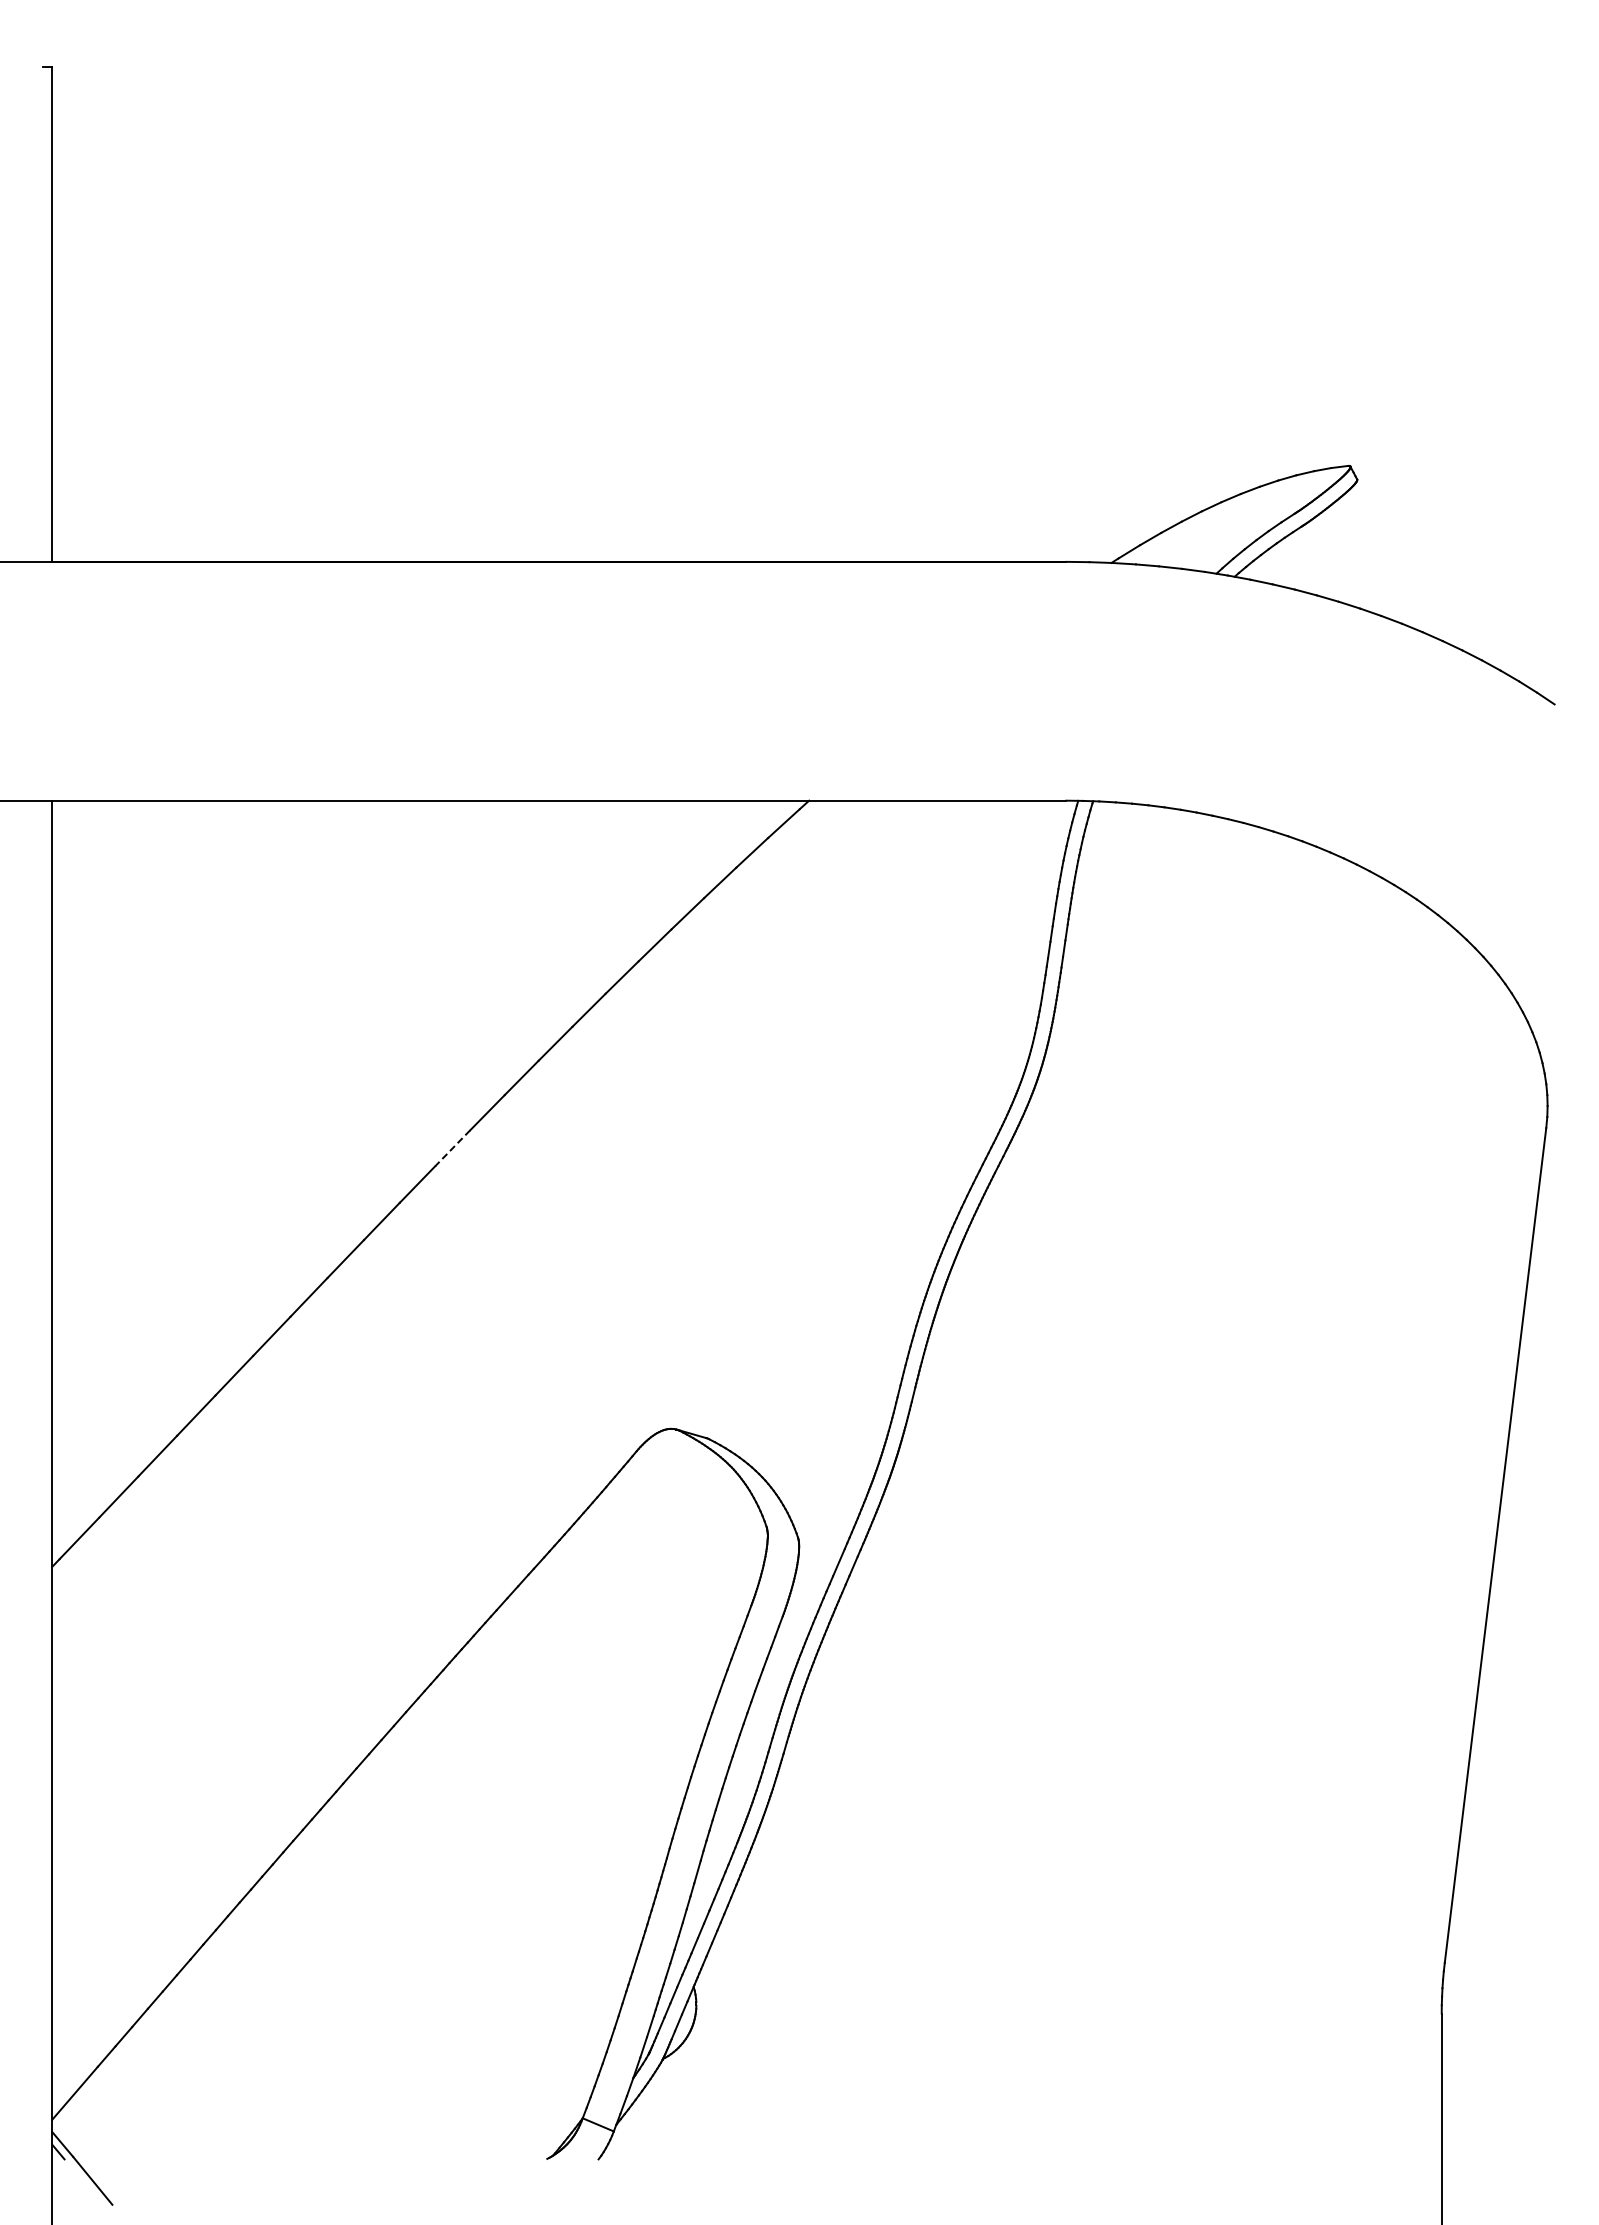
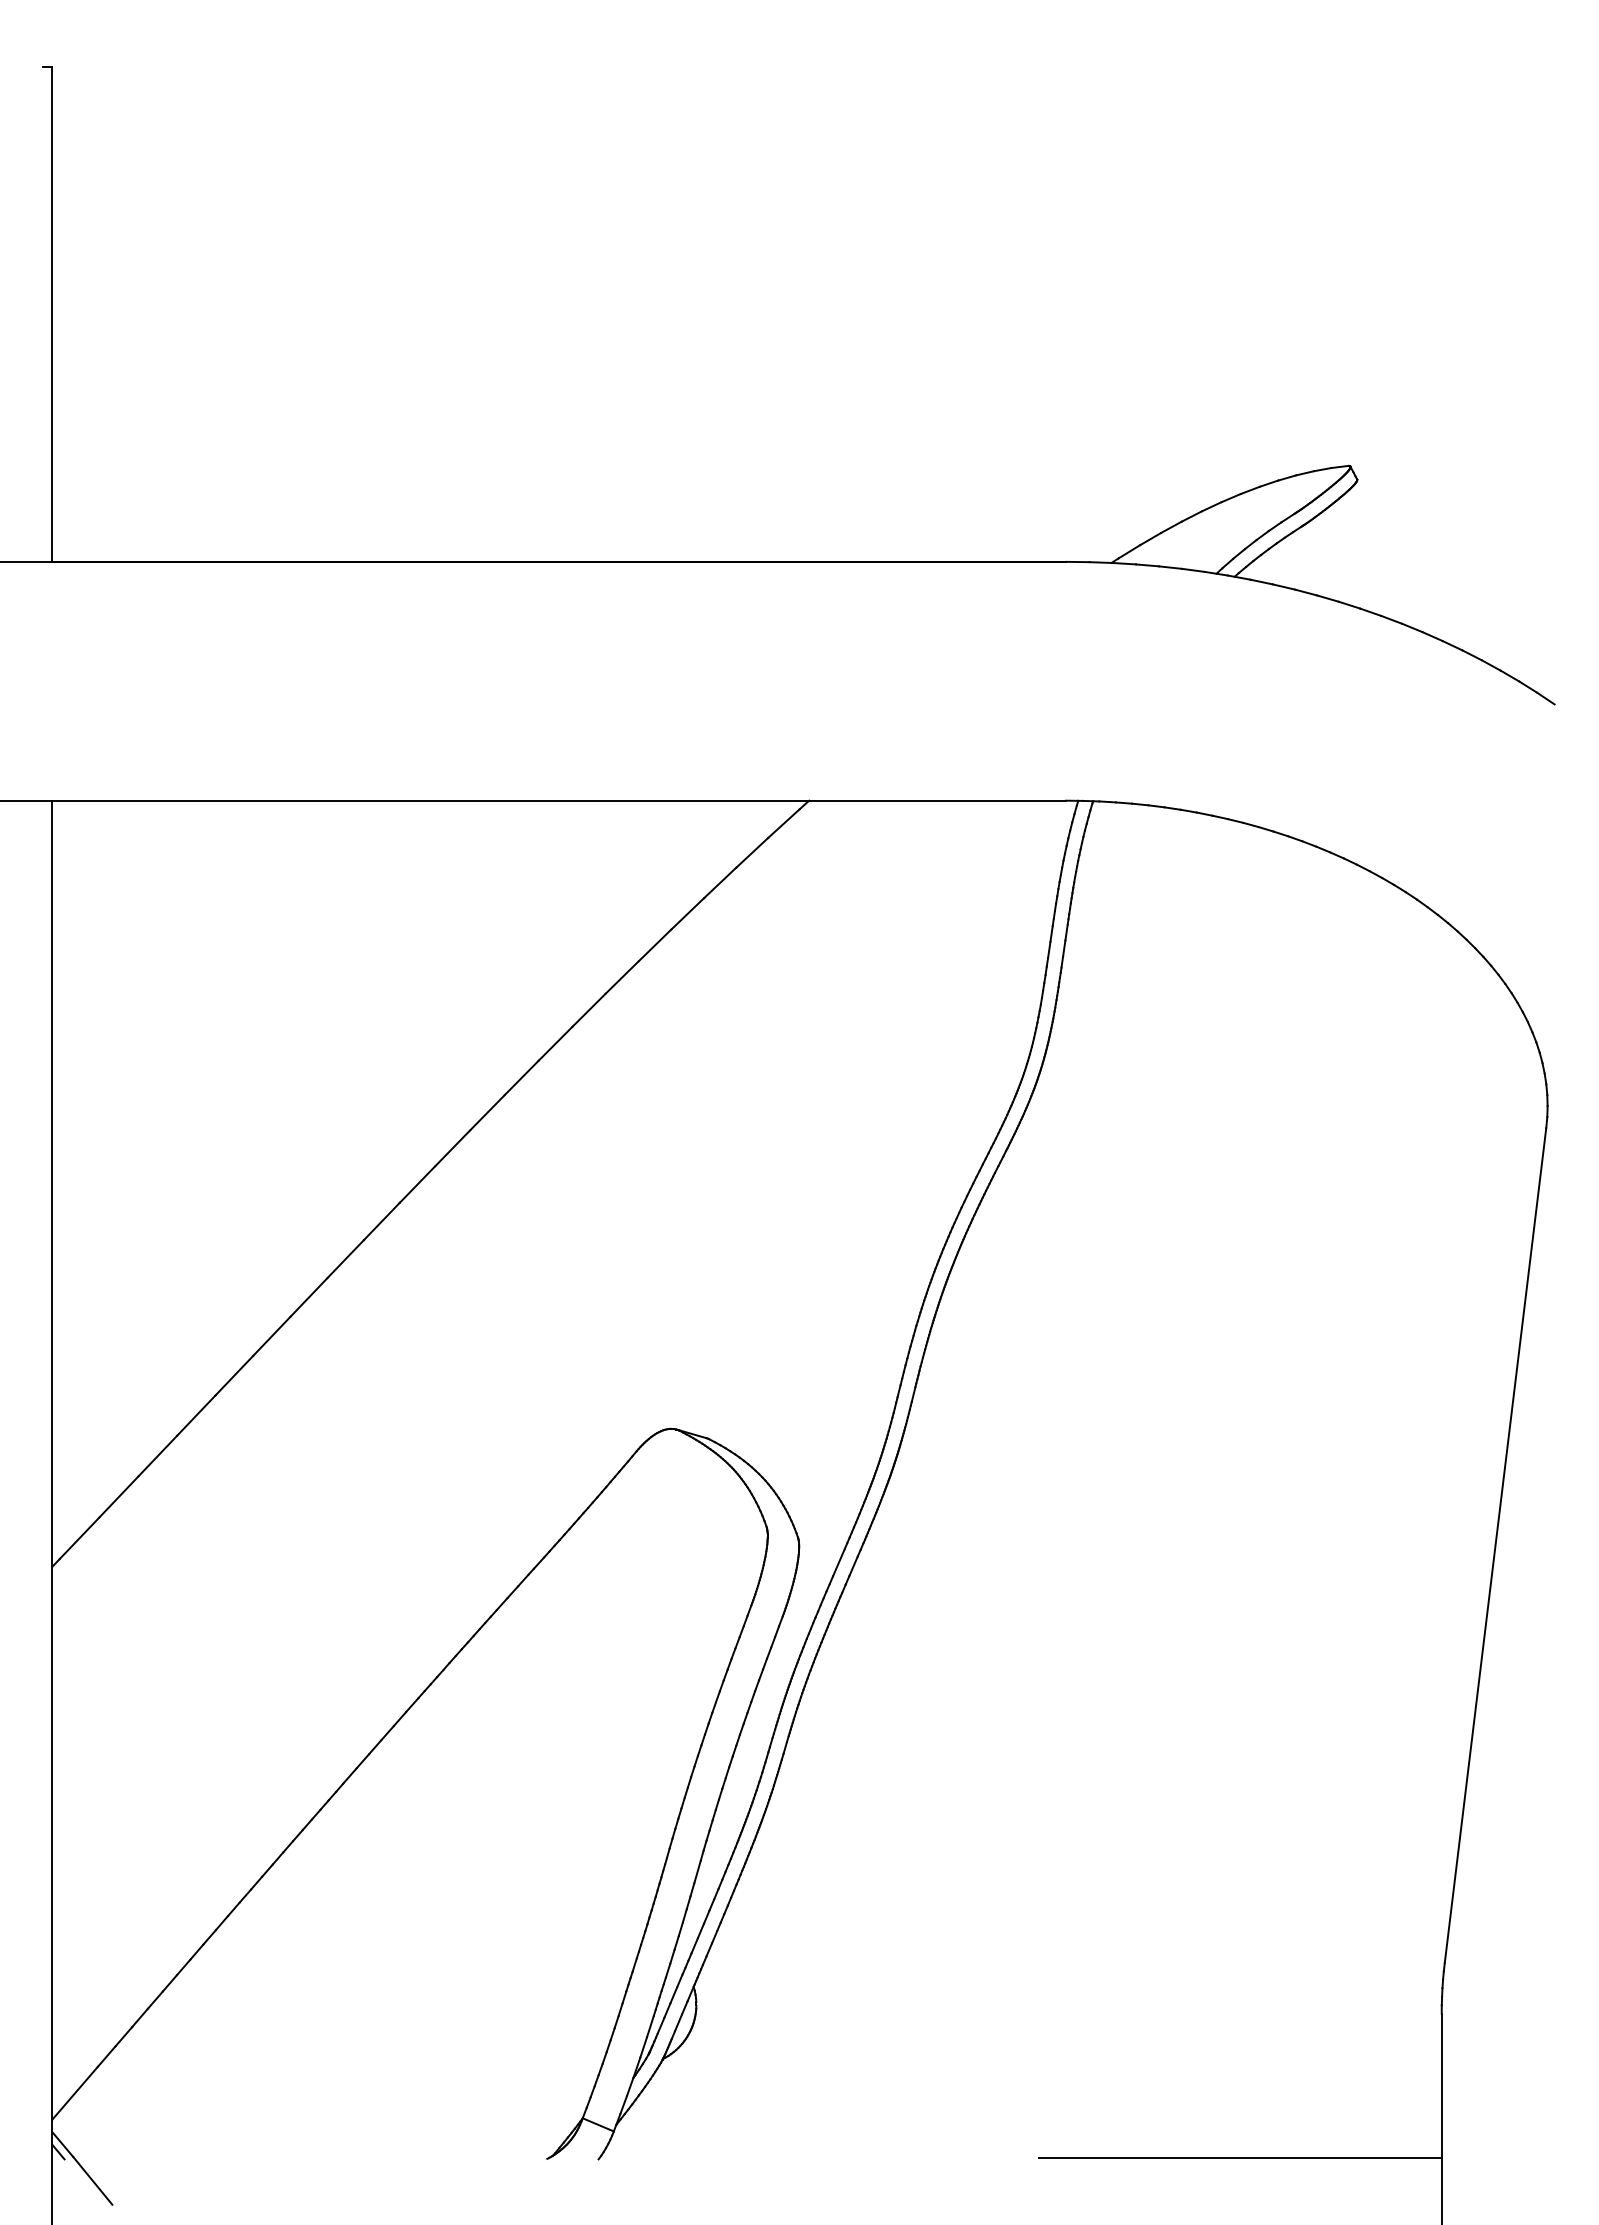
line at (452, 1148): dashed -> solid
line at (1240, 2158): none -> present
